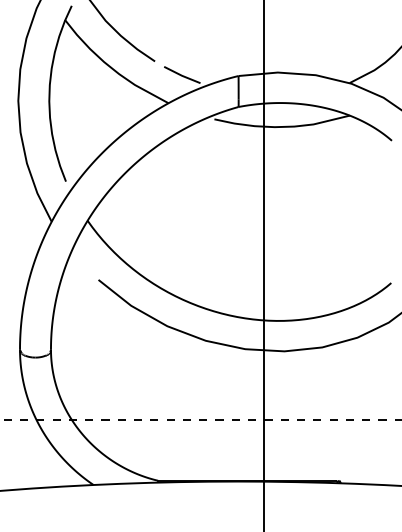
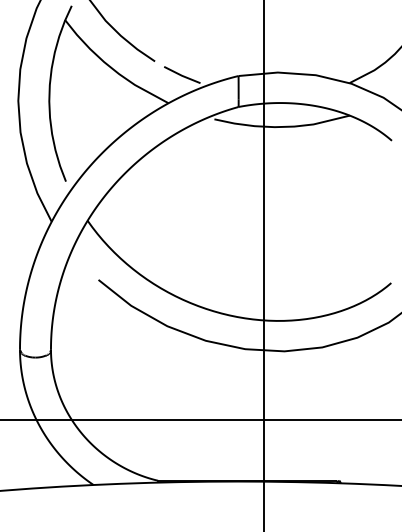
line at (200, 419): dashed -> solid
